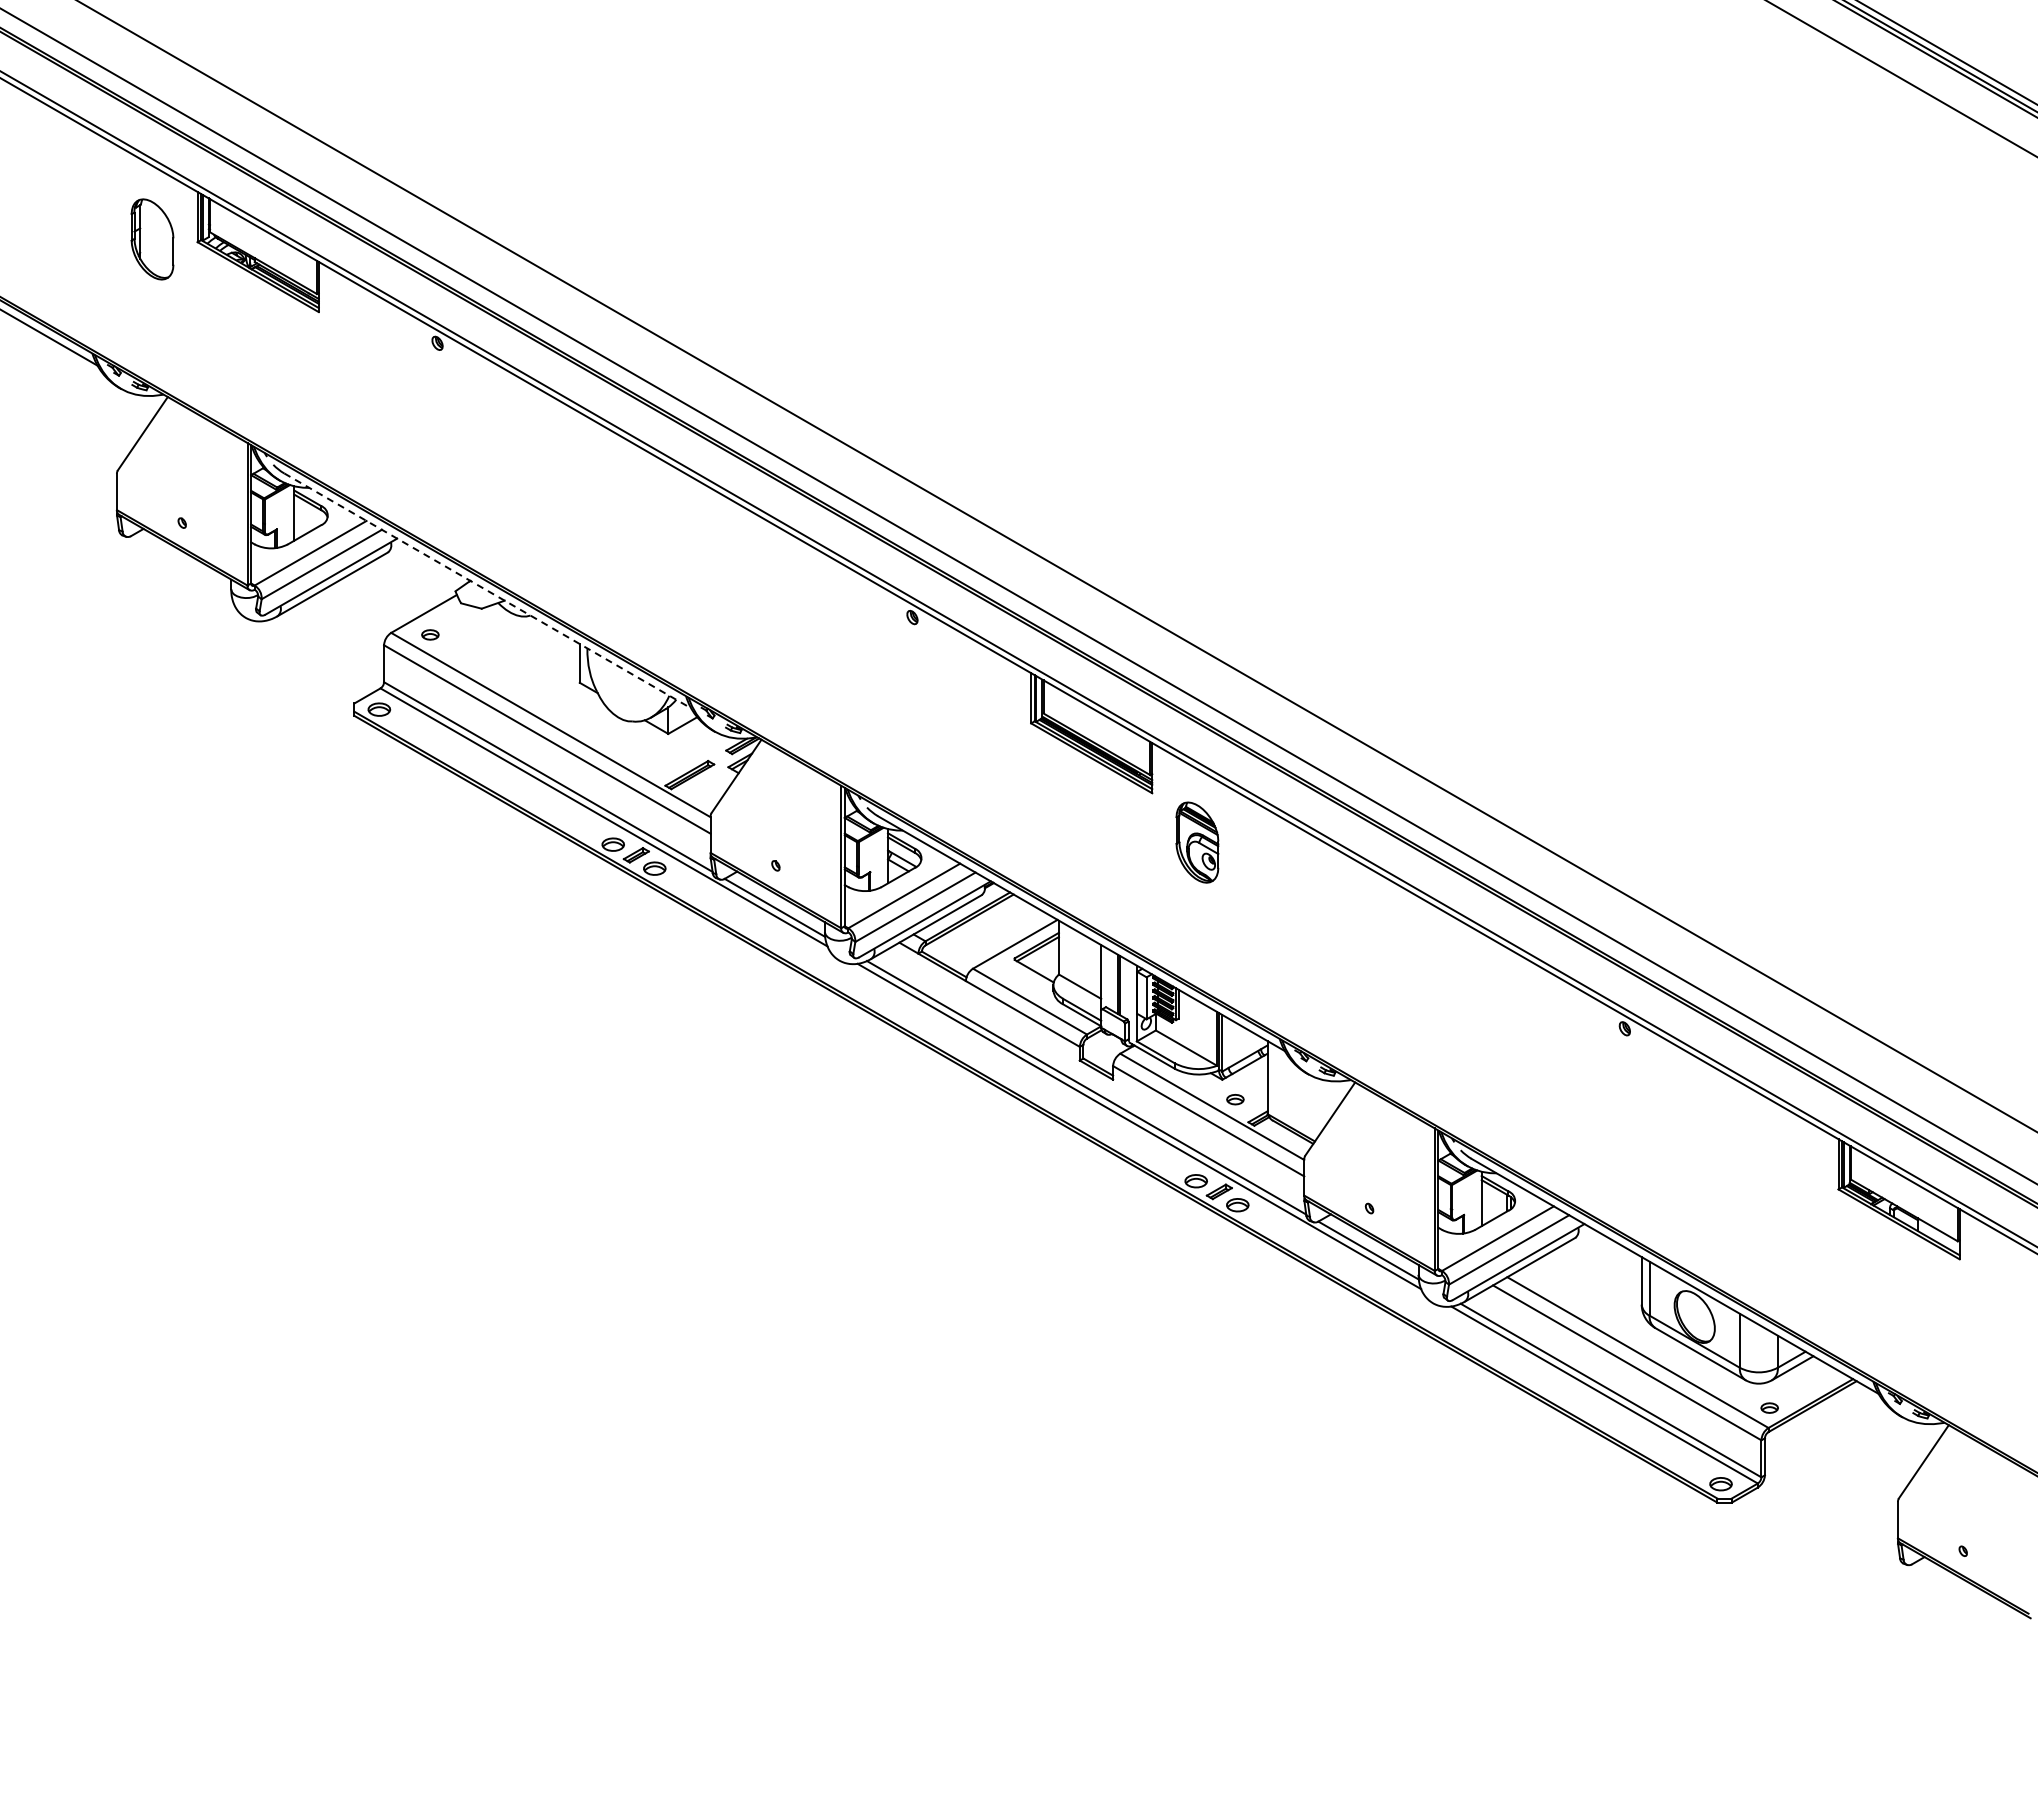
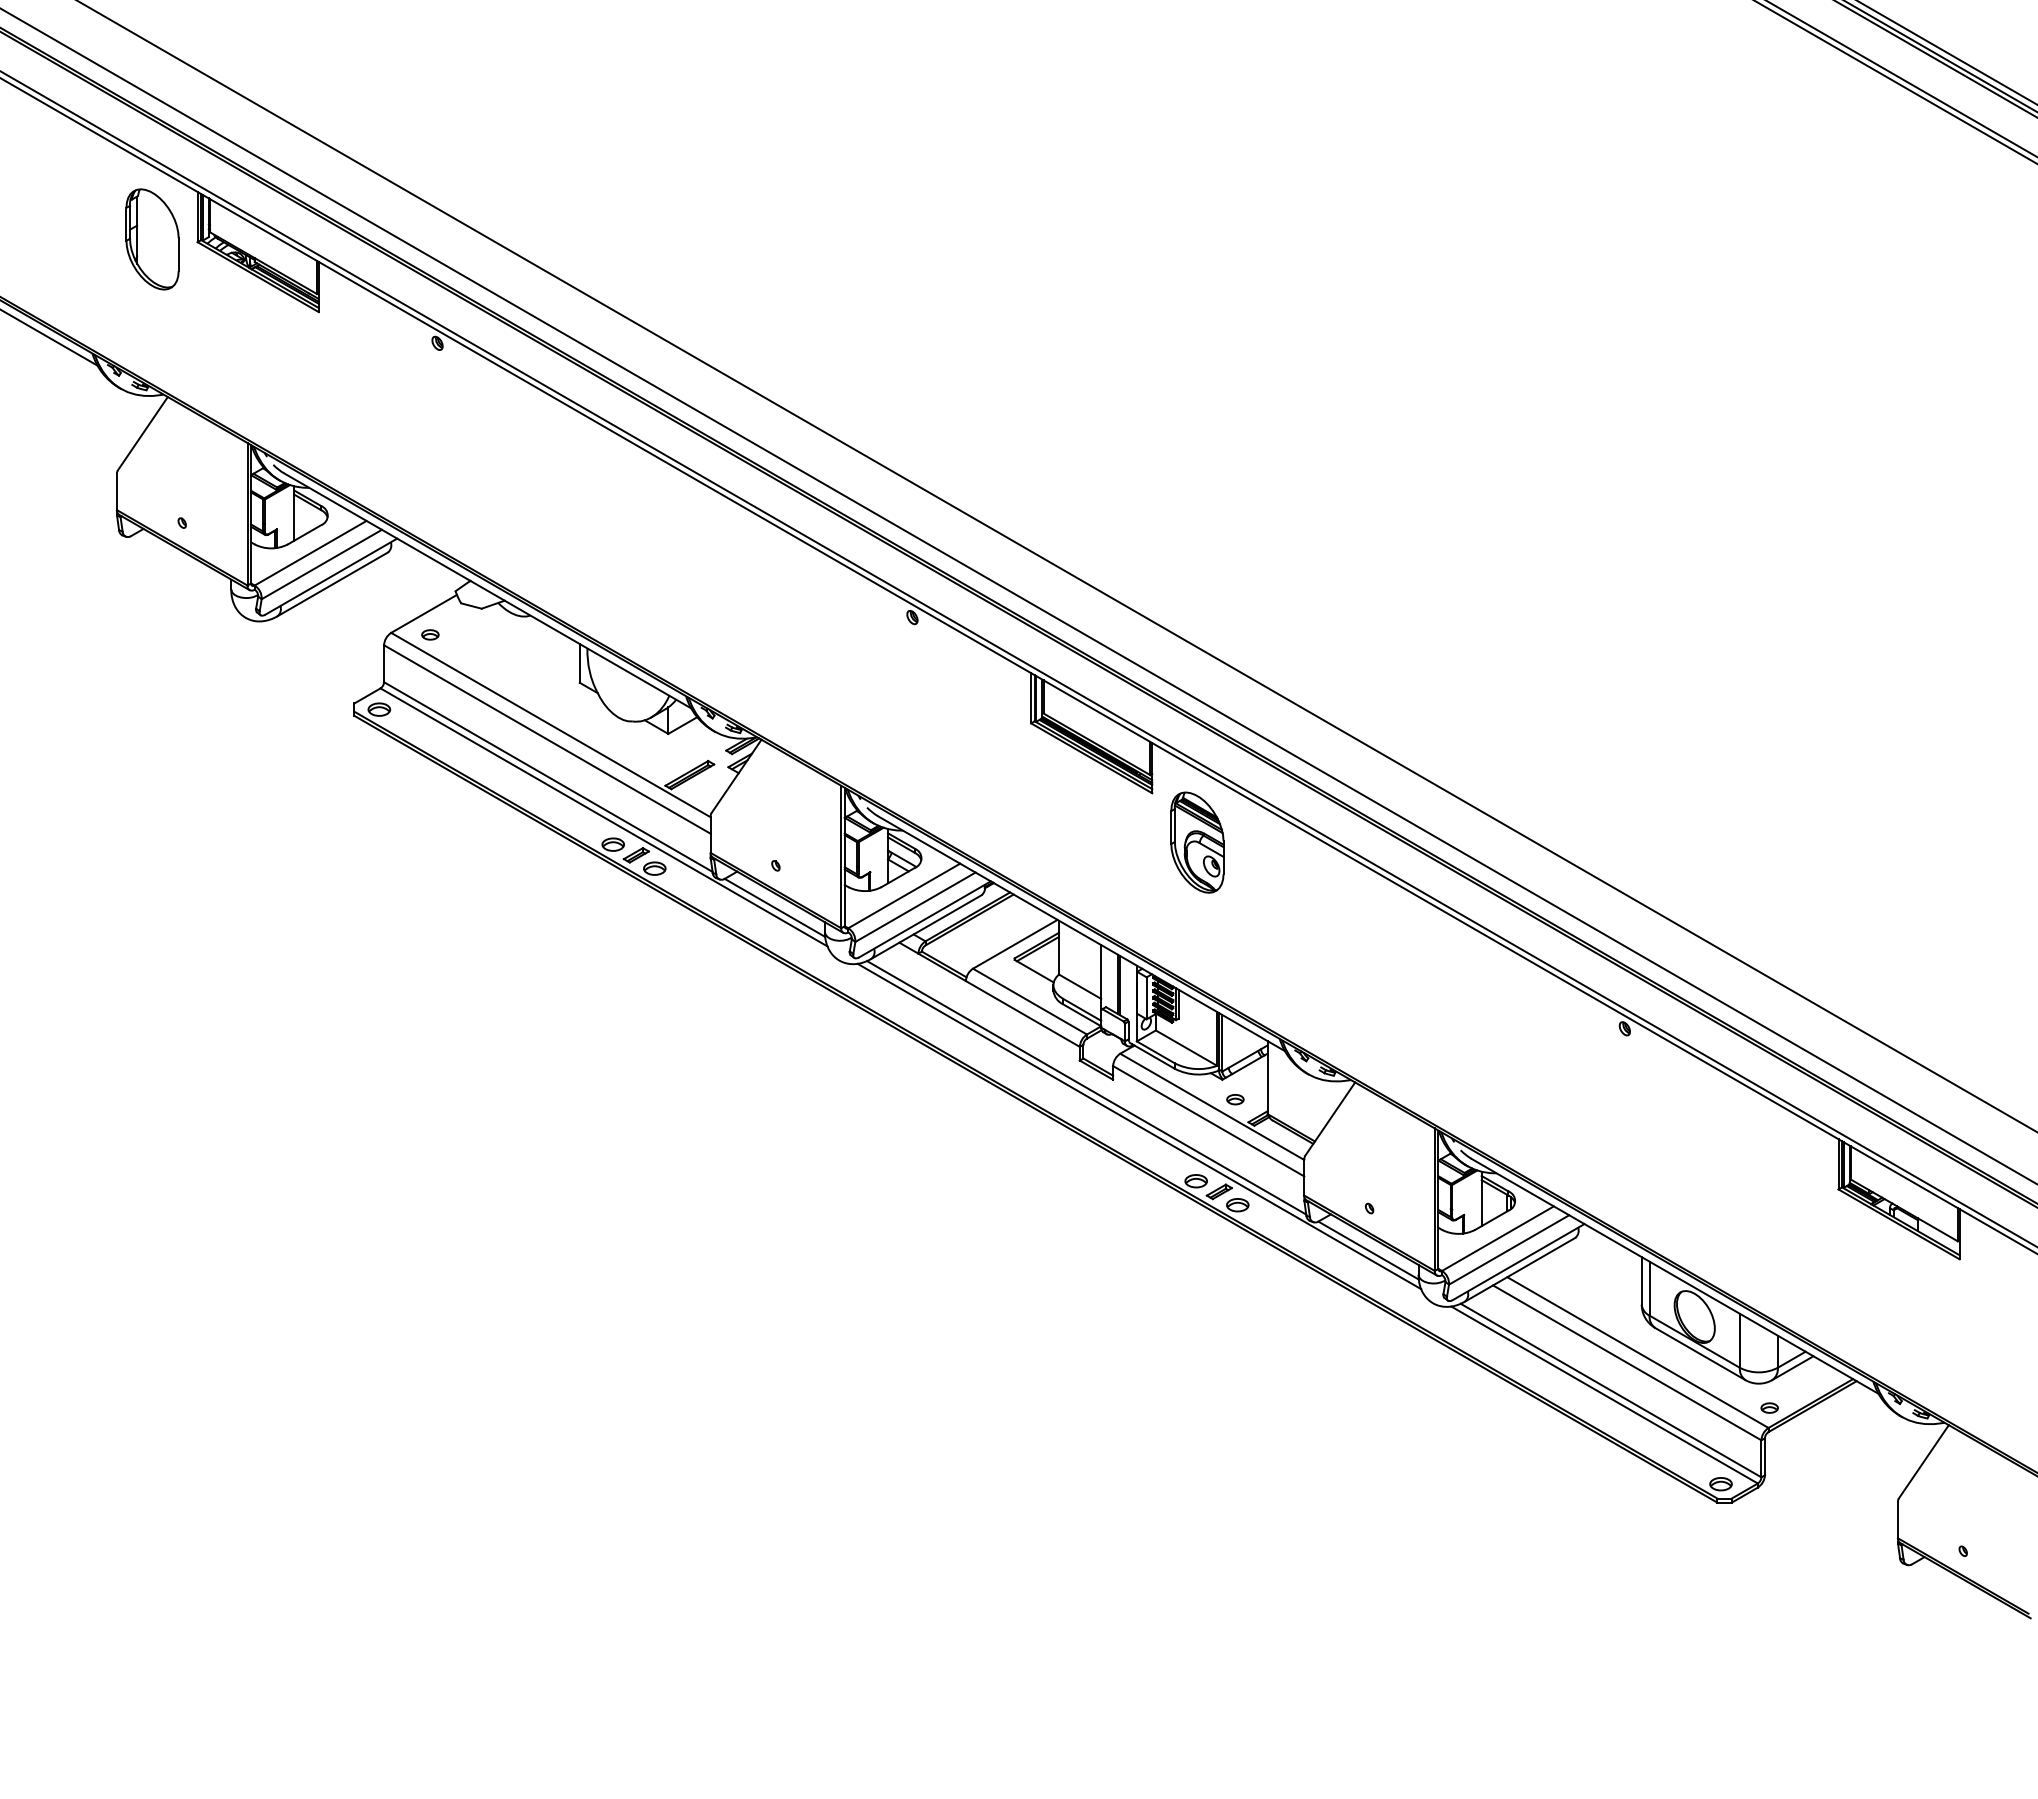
line at (1895, 82): none -> present
part at (152, 239) size: 45x83 px -> 55x103 px
line at (488, 591): dashed -> solid
part at (1197, 842) size: 45x83 px -> 55x103 px
